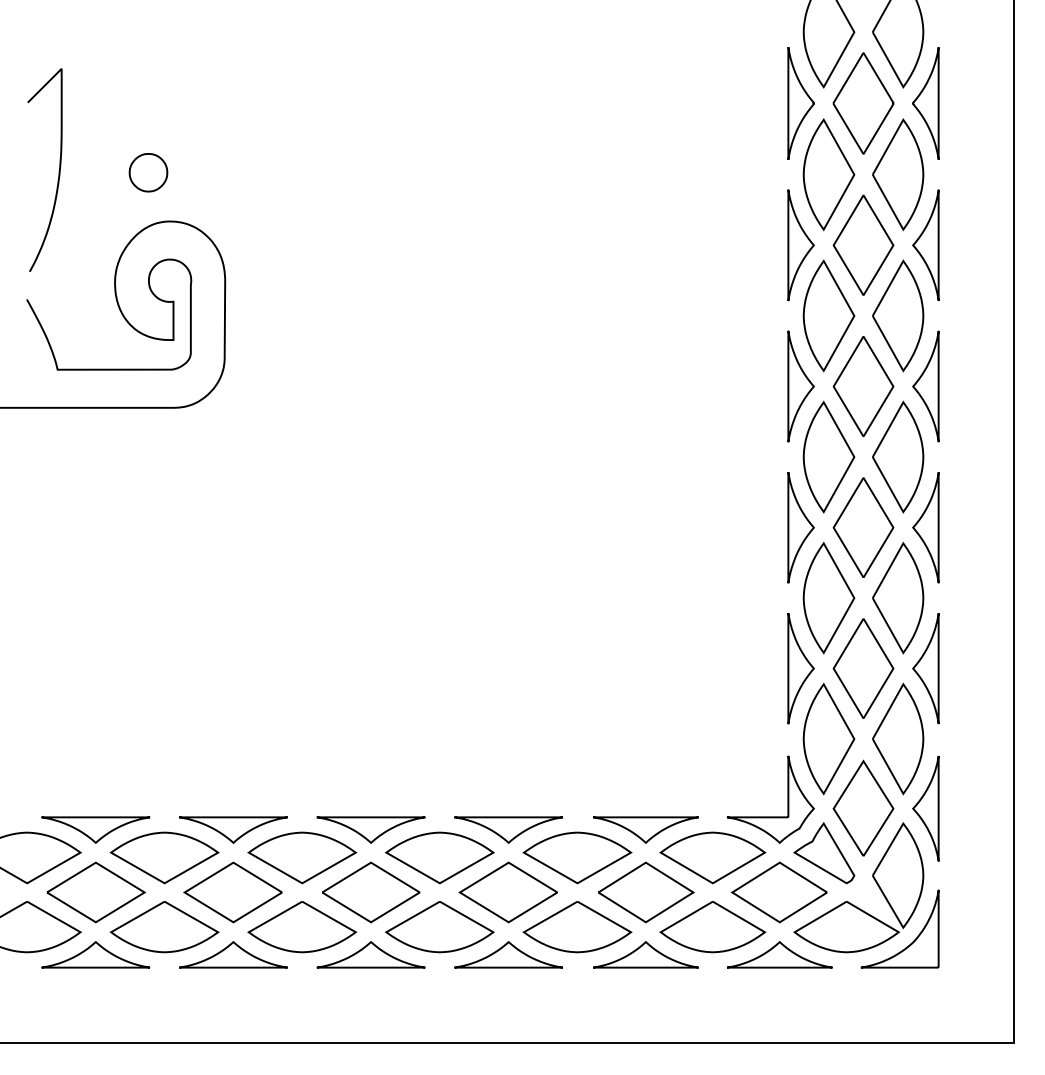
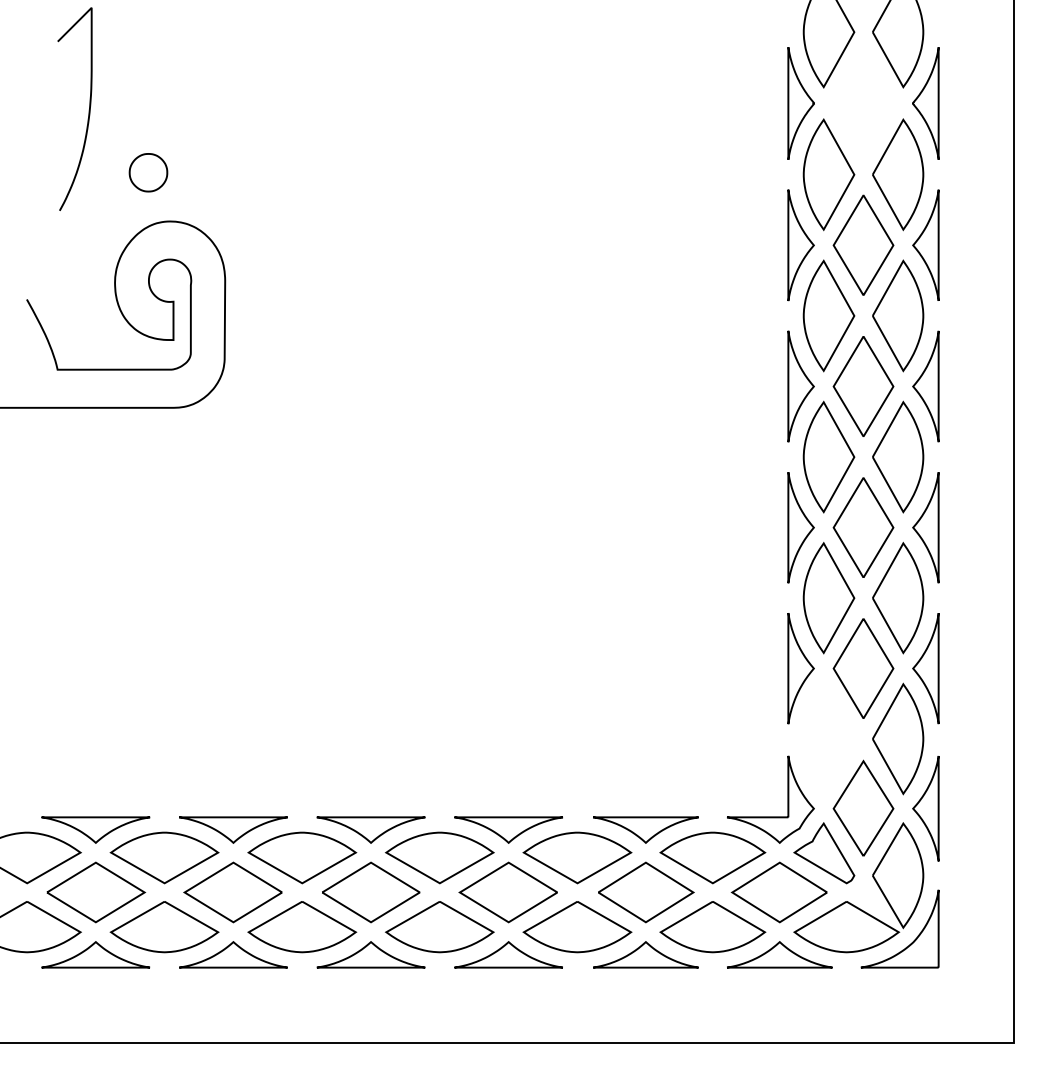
part at (863, 103): present -> none
curve at (58, 171) position: (58, 171) -> (88, 110)
part at (828, 738): present -> none
